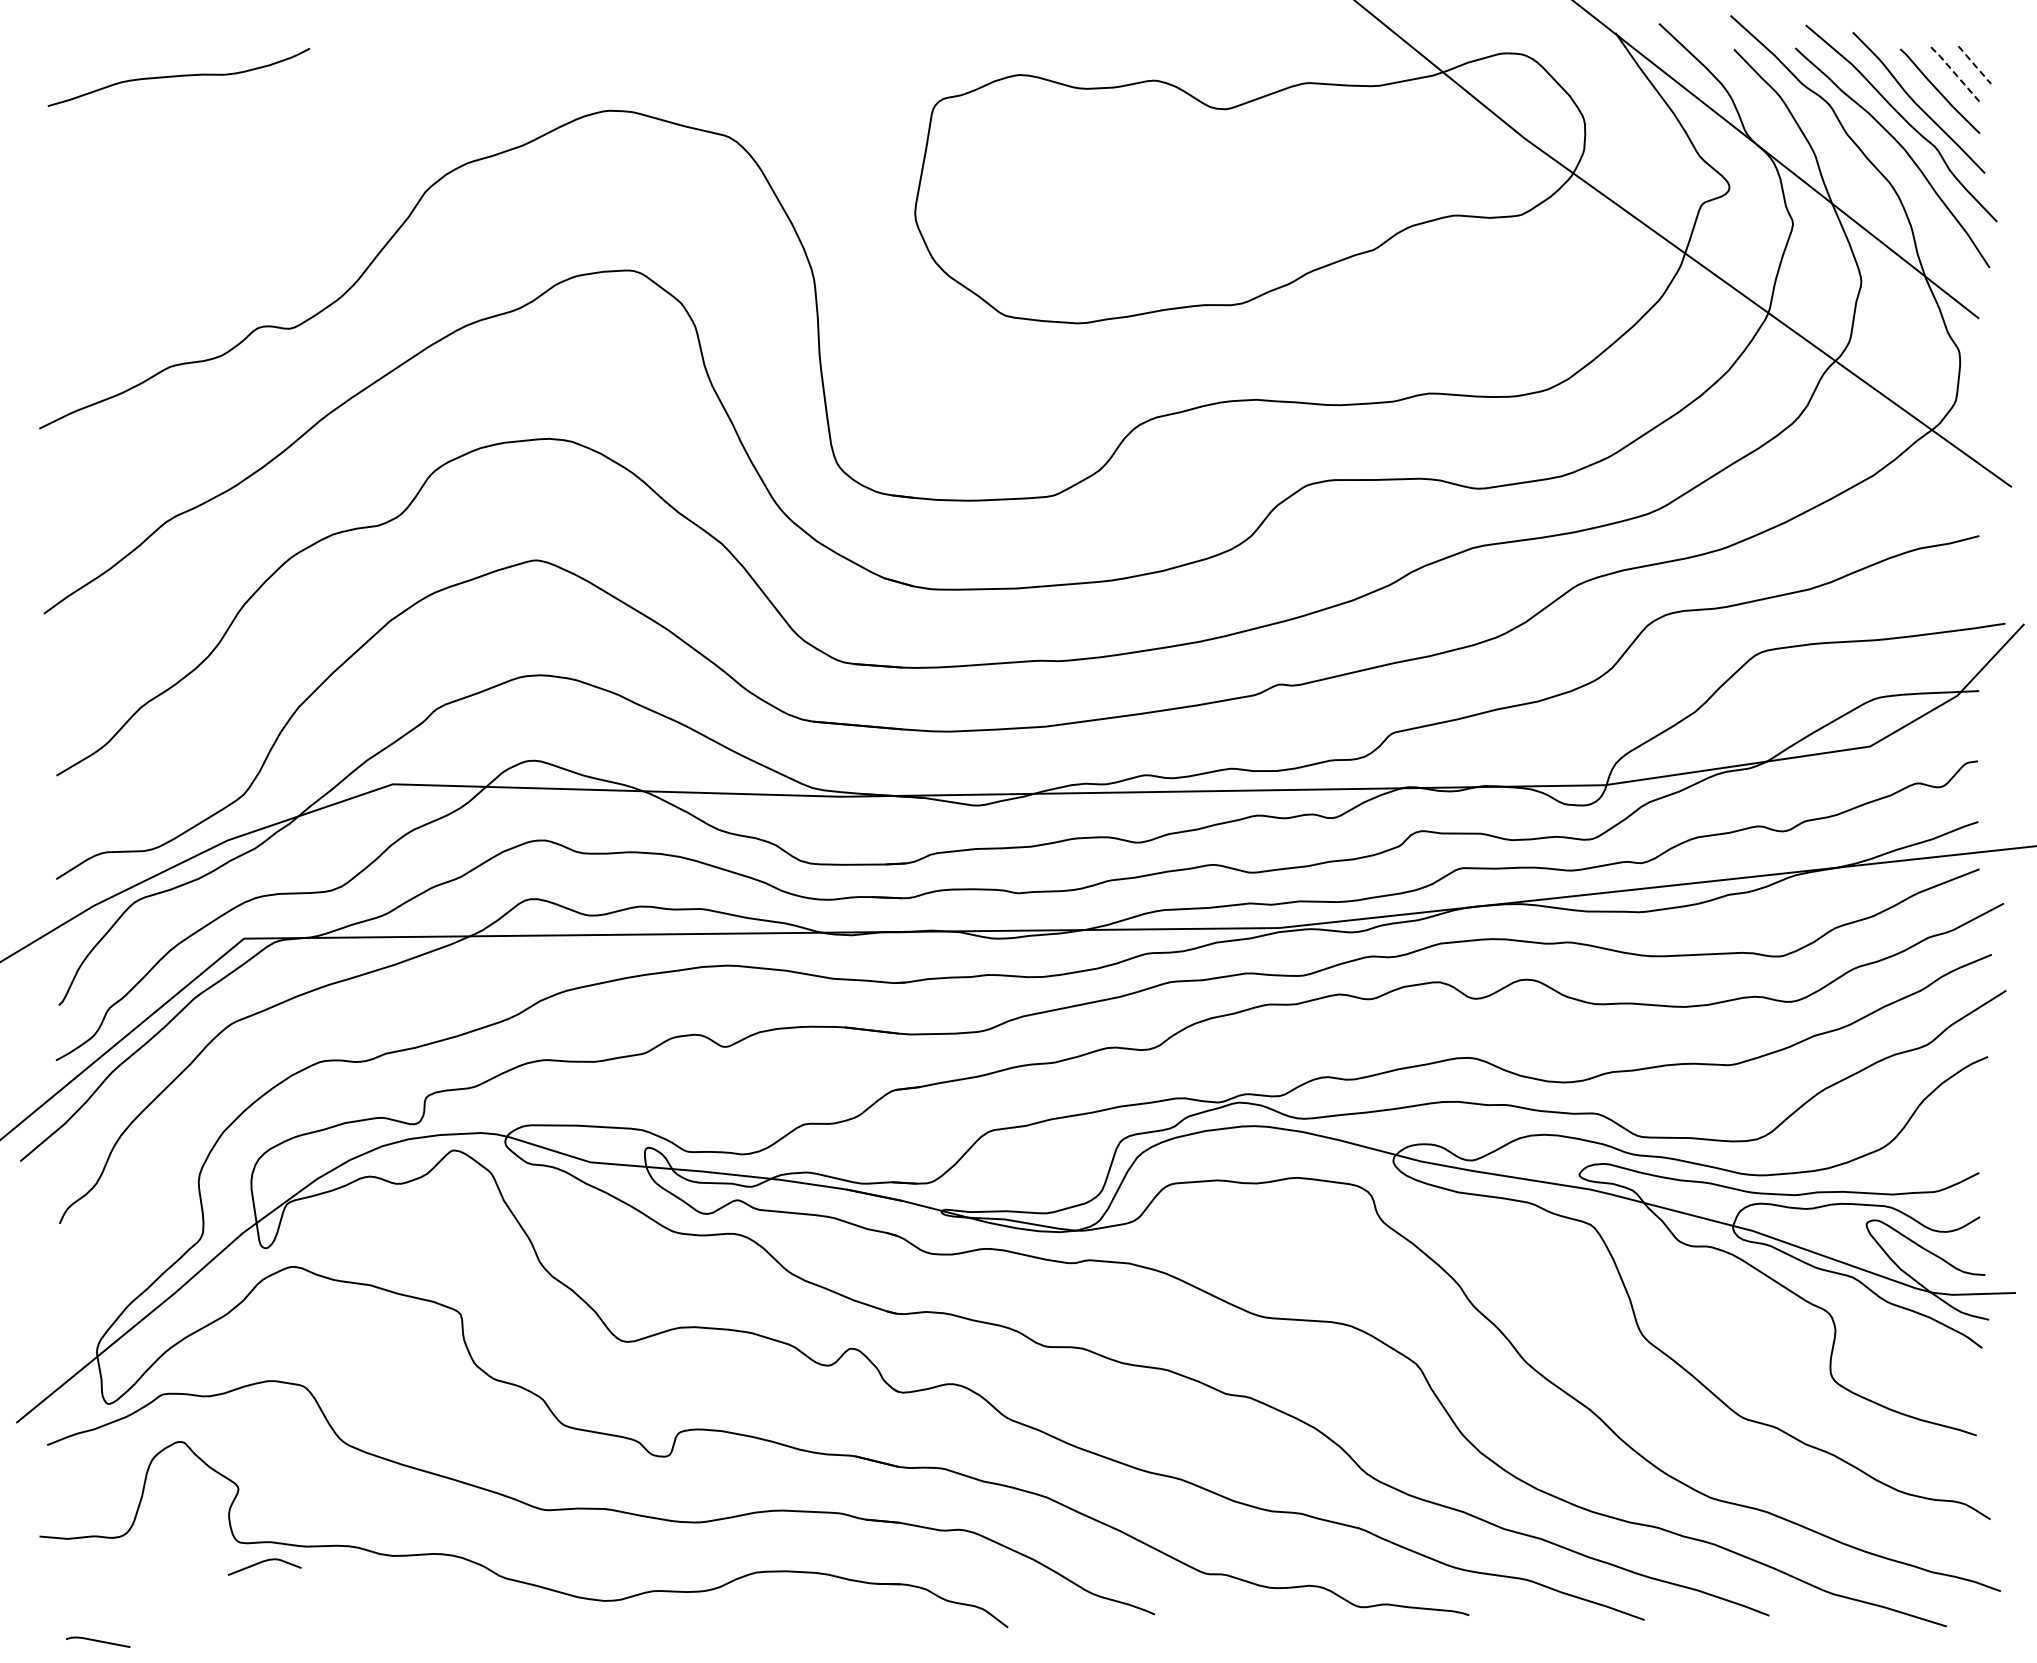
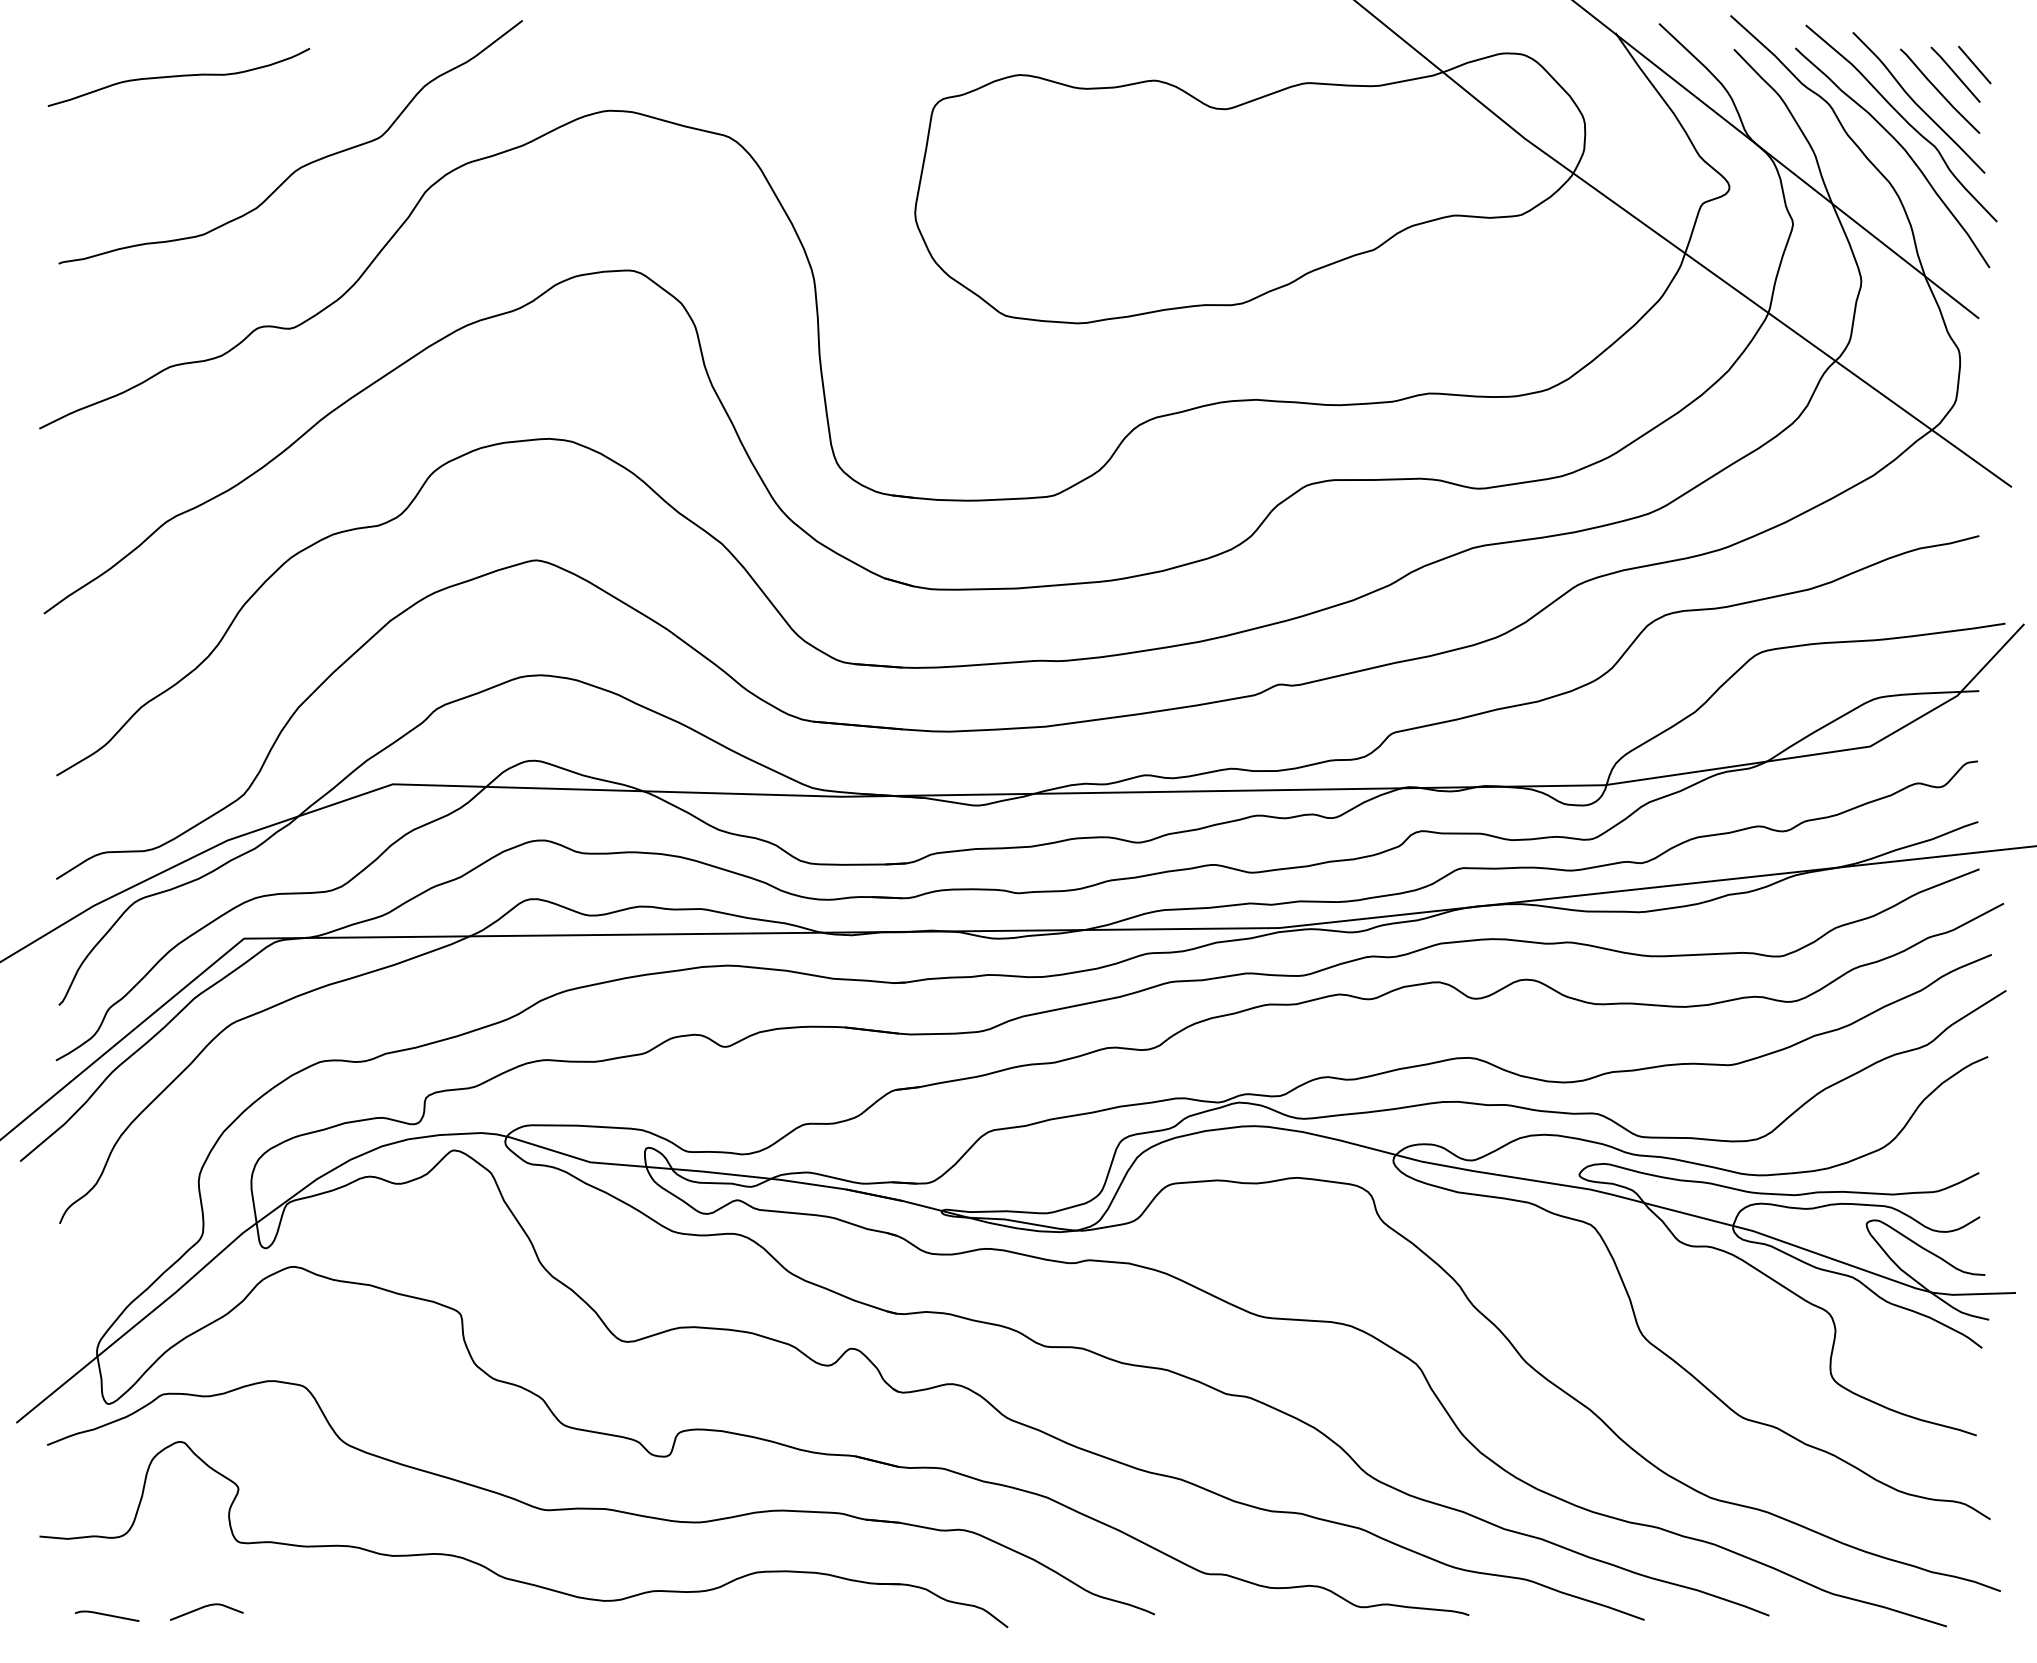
line at (1974, 65): dashed -> solid
line at (1955, 74): dashed -> solid
curve at (302, 165): none -> present
curve at (263, 1562) position: (263, 1562) -> (205, 1607)
line at (98, 1641) position: (98, 1641) -> (107, 1615)
